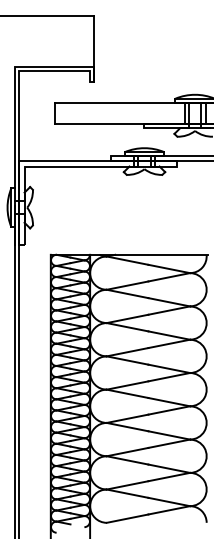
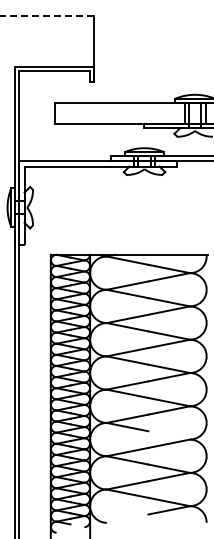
line at (47, 16): solid -> dashed
line at (169, 435): present -> none
line at (127, 518): present -> none
